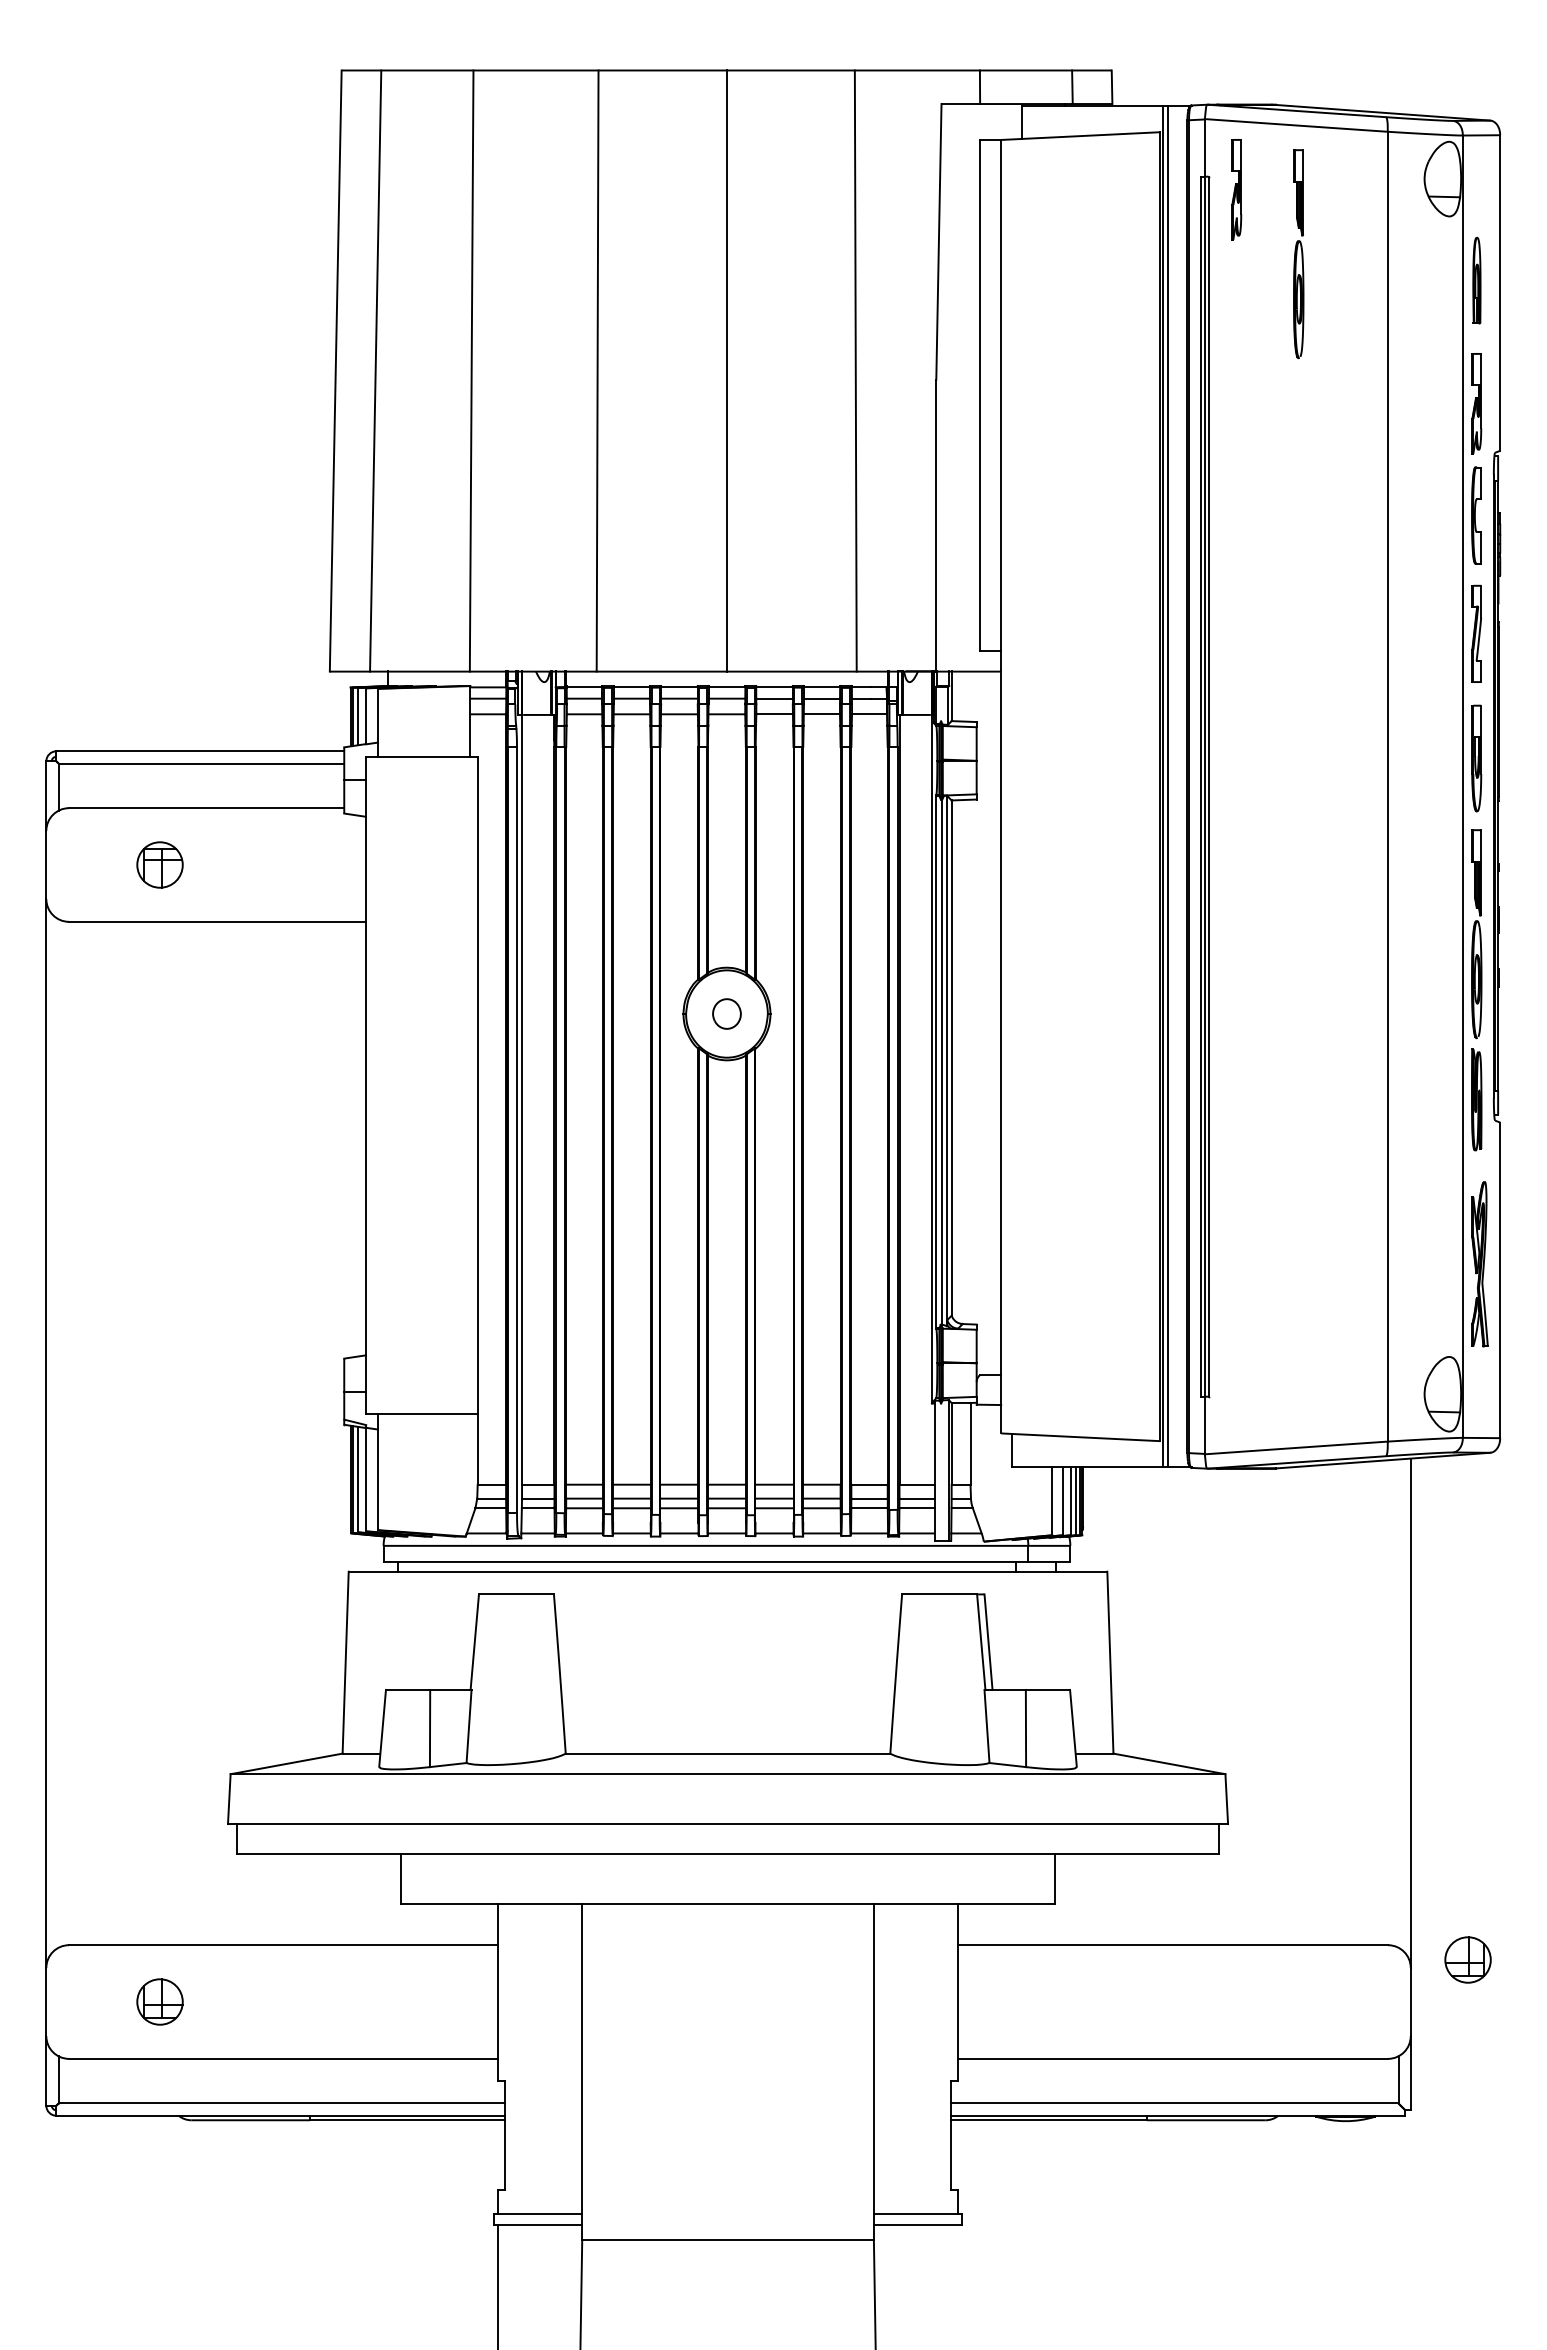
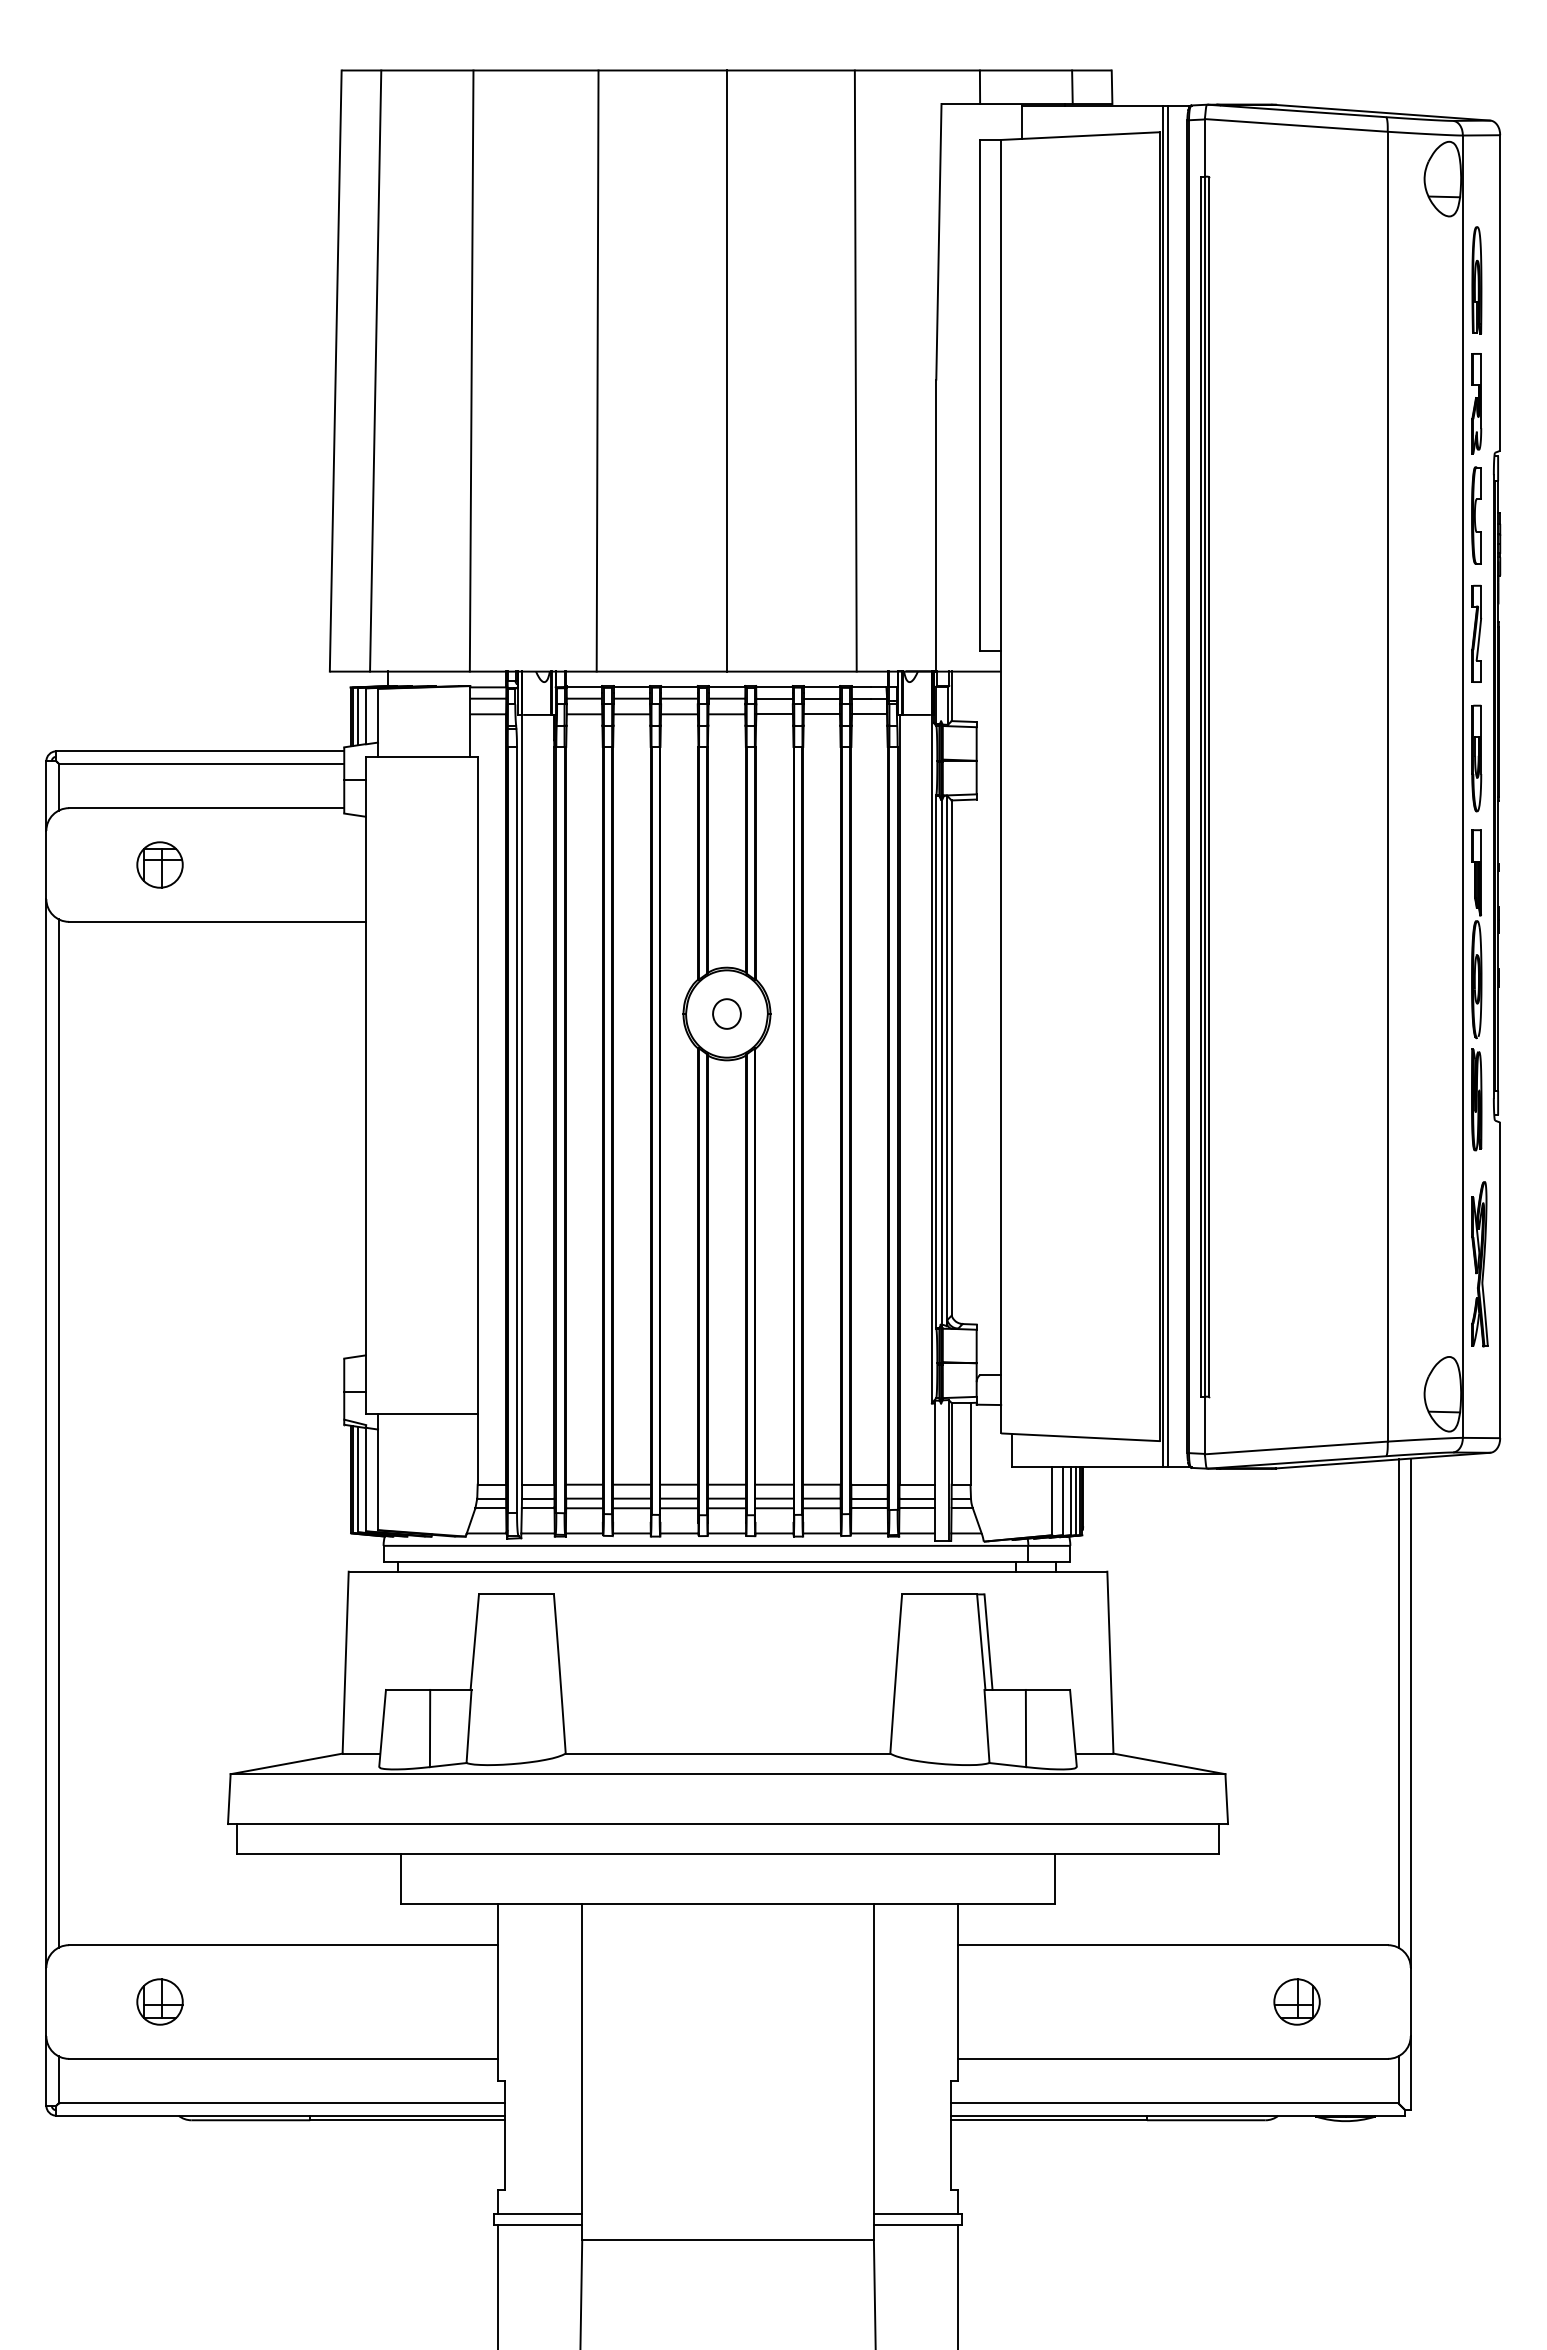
part at (1236, 189): present -> none
part at (1298, 254): present -> none
part at (1476, 280) size: 10x89 px -> 12x109 px
line at (58, 1433): none -> present
line at (1398, 1703): none -> present
part at (1467, 1959) position: (1467, 1959) -> (1296, 2001)
line at (957, 2285): none -> present
